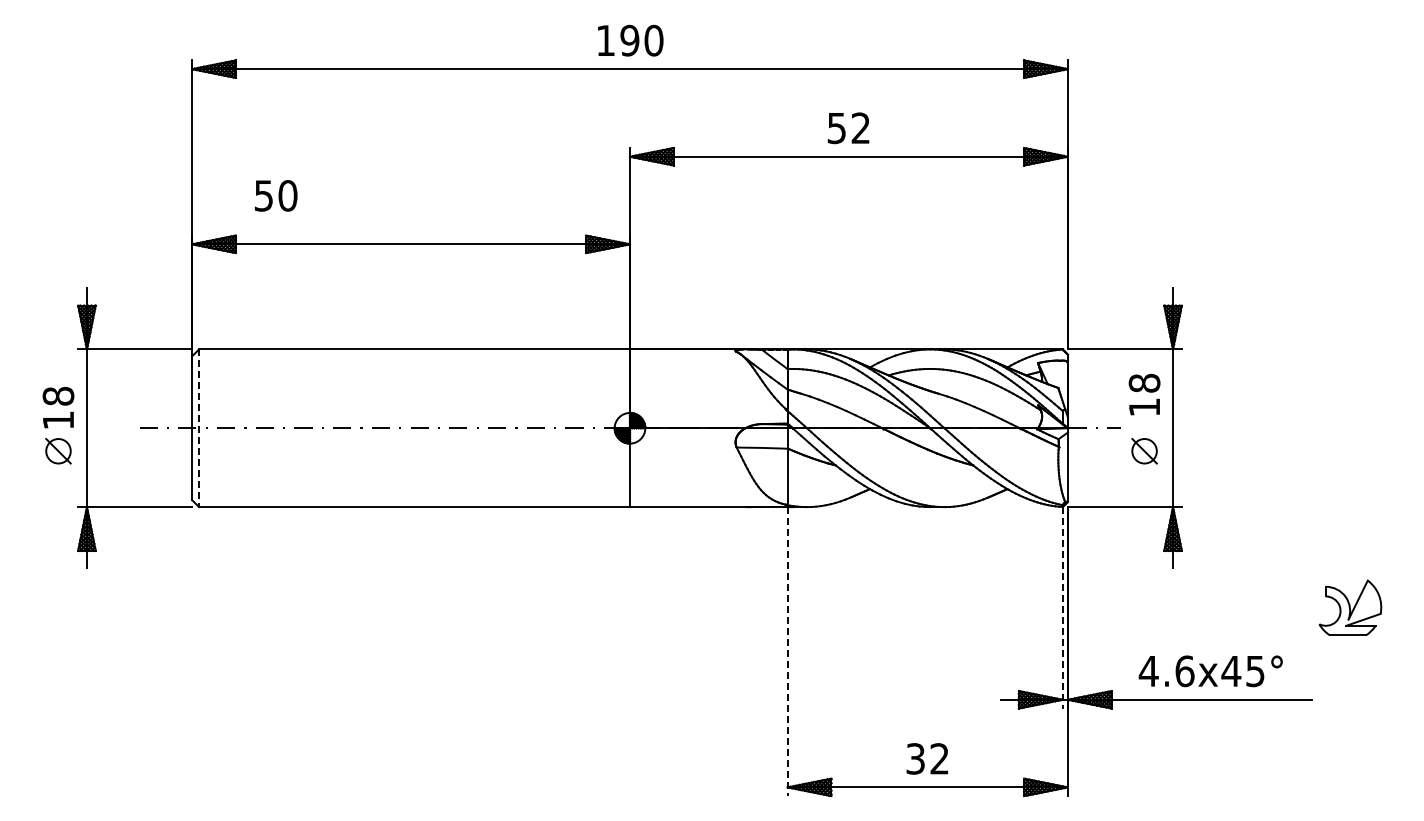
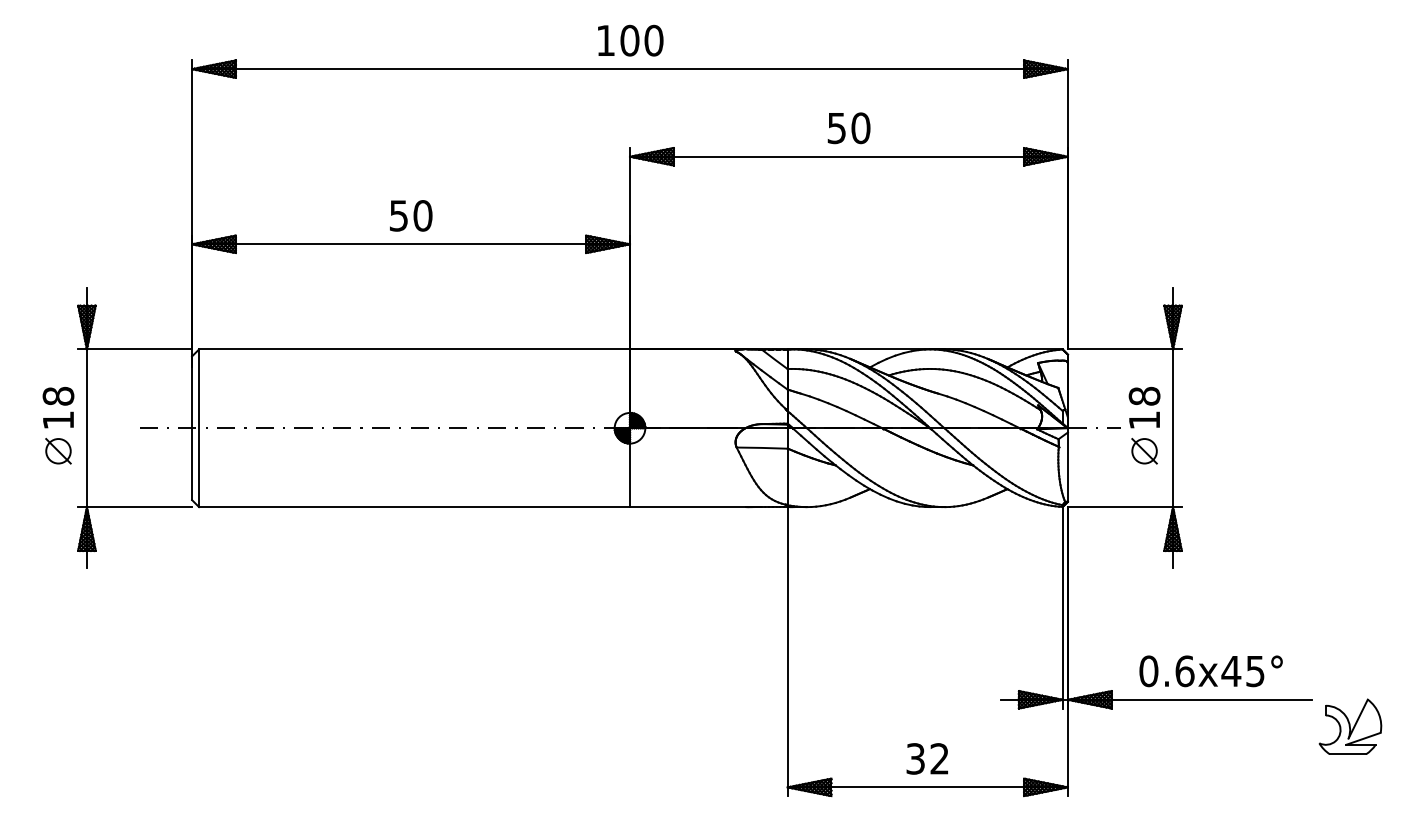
text at (629, 40): 190 -> 100
text at (860, 128): 52 -> 50
text at (276, 195) position: (276, 195) -> (411, 215)
text at (1144, 394) position: (1144, 394) -> (1144, 407)
line at (199, 428): dashed -> solid
line at (1062, 607): dashed -> solid
part at (1350, 607) position: (1350, 607) -> (1350, 726)
line at (787, 651): dashed -> solid
text at (1148, 671): 4.6x45° -> 0.6x45°
